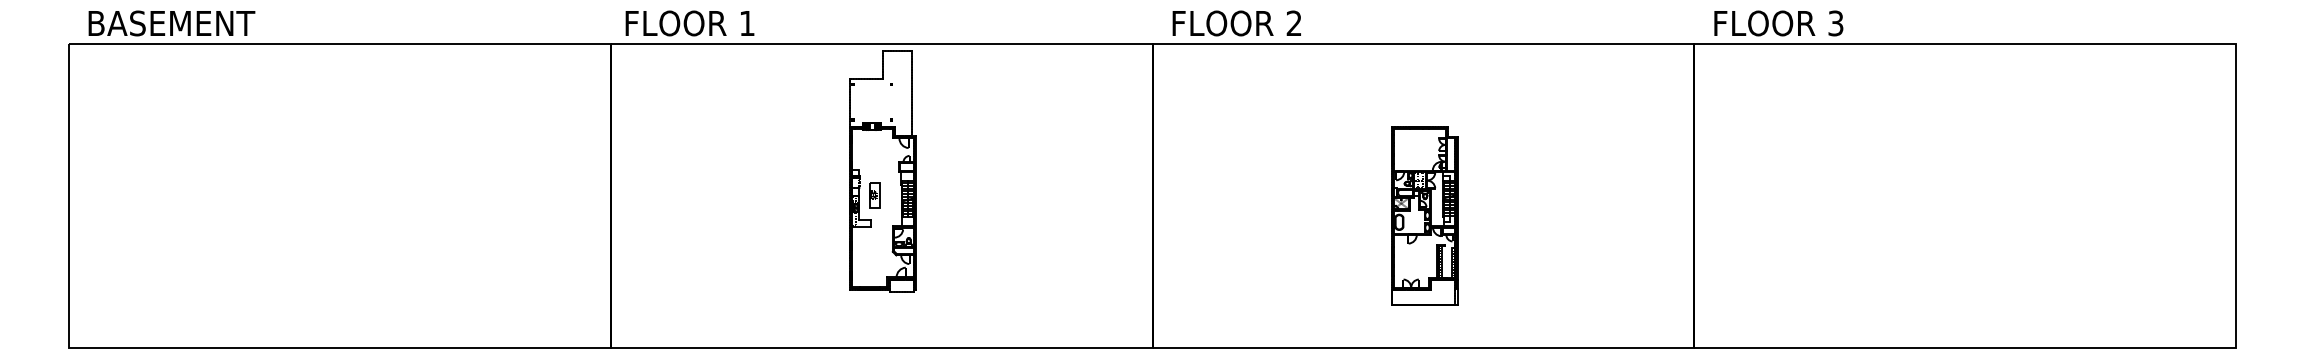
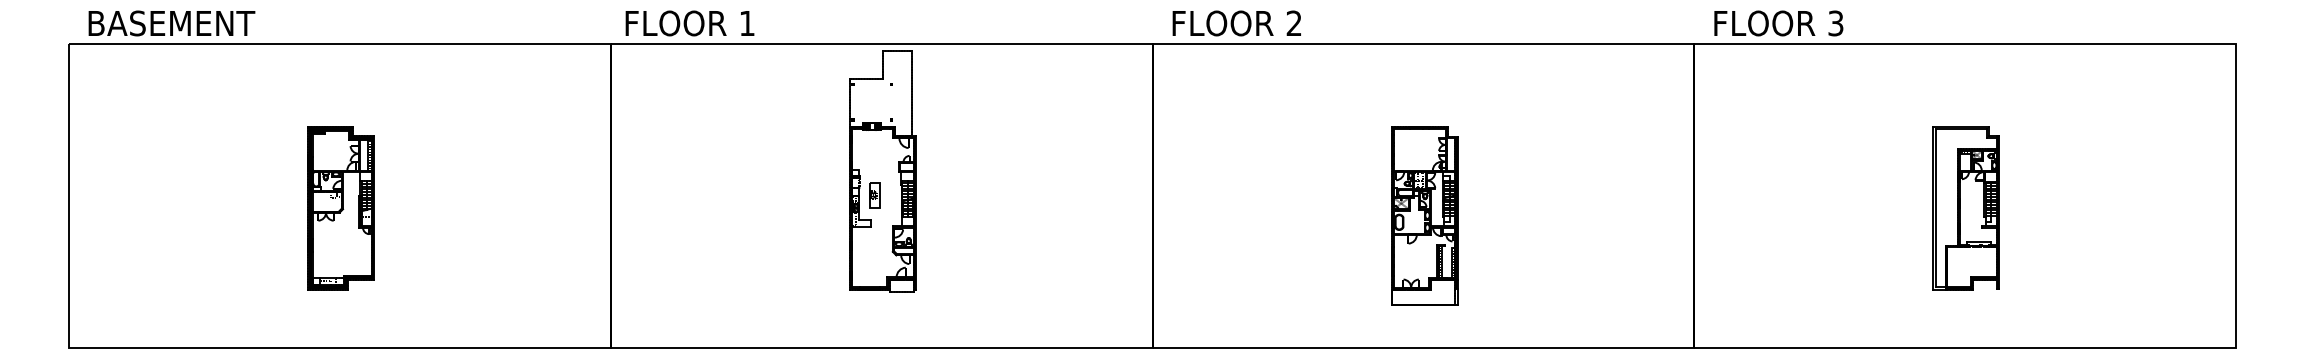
part at (340, 208): none -> present
part at (1965, 208): none -> present
